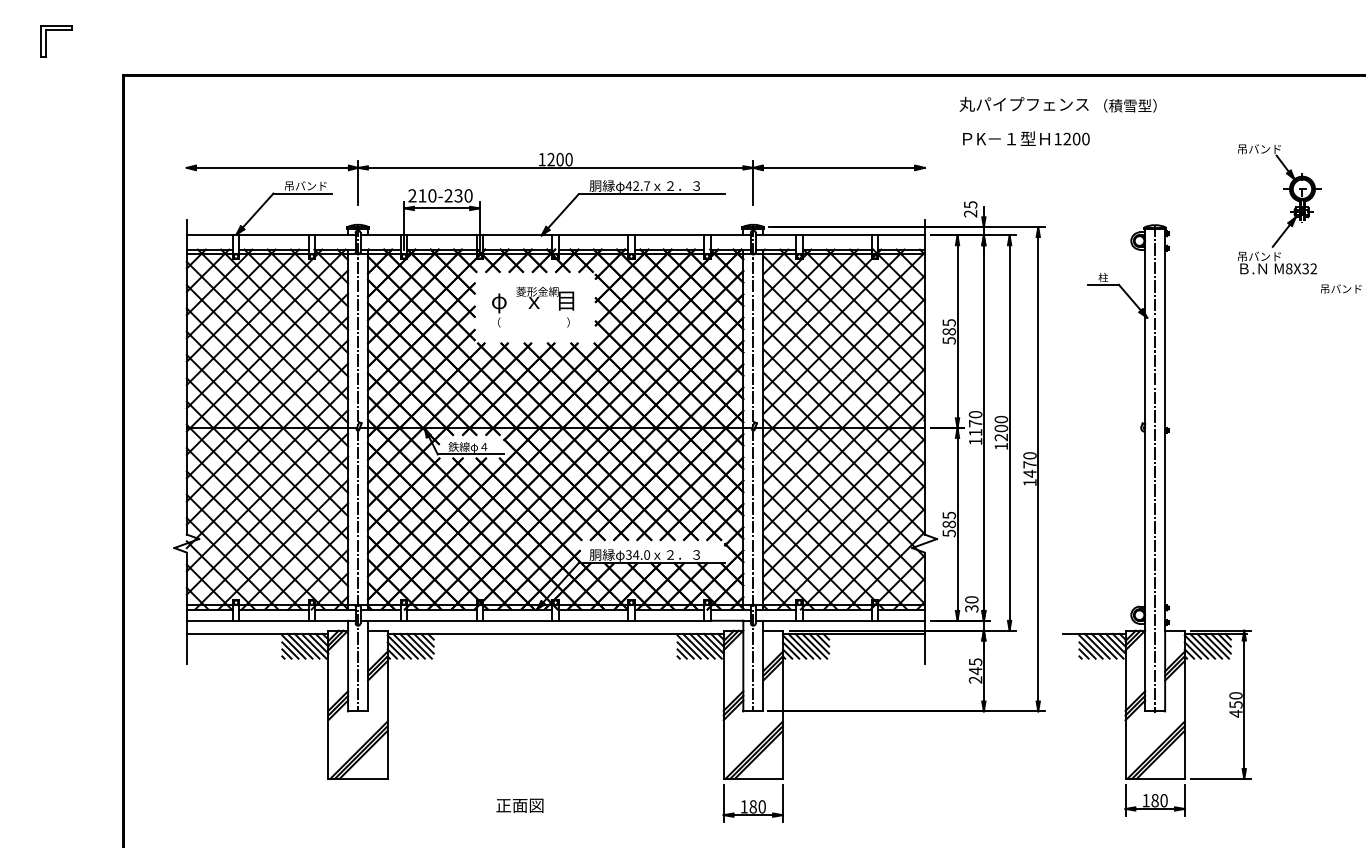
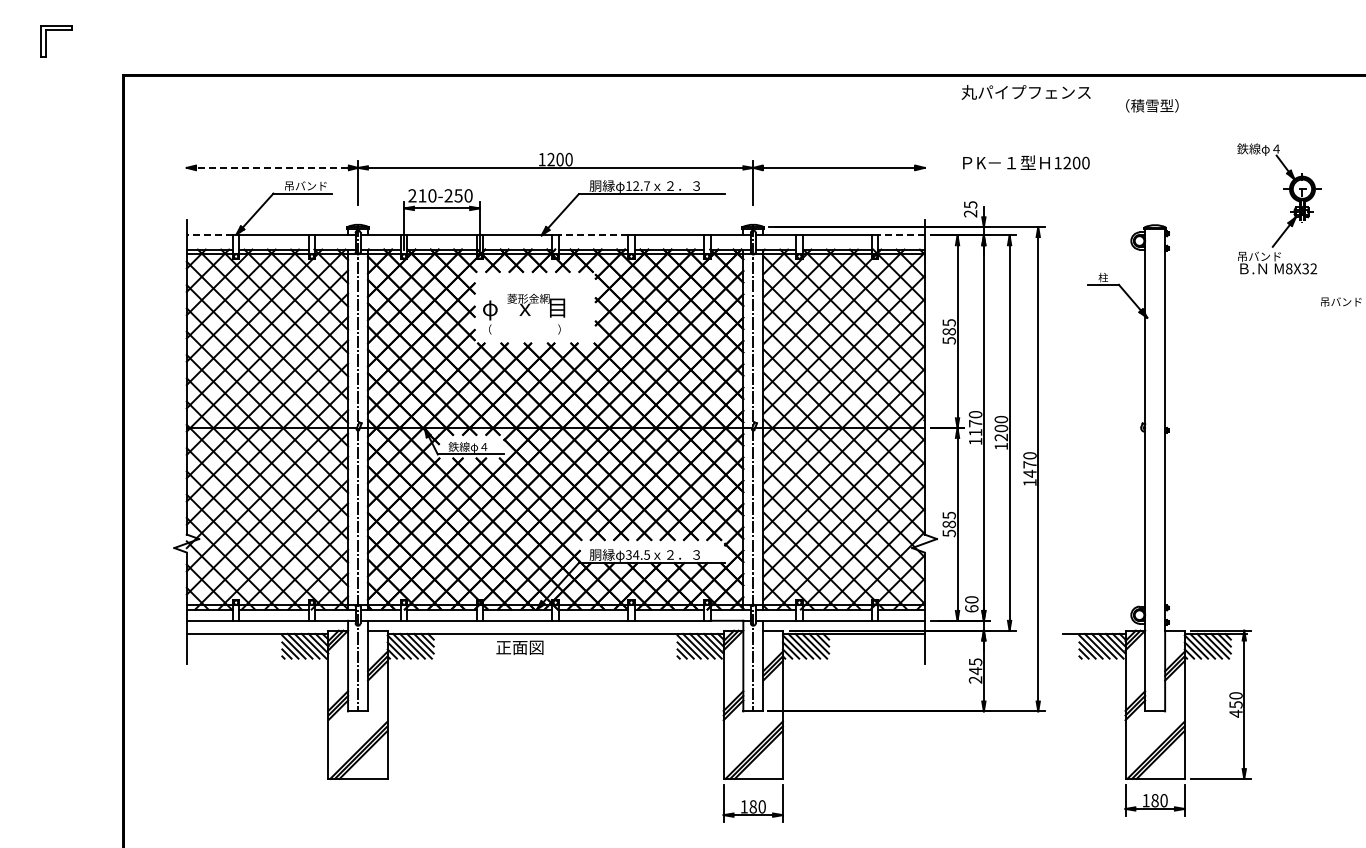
text at (1023, 104) position: (1023, 104) -> (1025, 92)
text at (1130, 105) position: (1130, 105) -> (1152, 105)
text at (1026, 138) position: (1026, 138) -> (1026, 162)
text at (1258, 149): 吊バンド -> 鉄線φ４
line at (272, 167): solid -> dashed
text at (628, 185): 42.7 -> 12.7
text at (458, 195): 210-230 -> 210-250
line at (209, 235): solid -> dashed
line at (593, 235): solid -> dashed
line at (901, 235): solid -> dashed
text at (1341, 288) position: (1341, 288) -> (1341, 301)
text at (533, 306) position: (533, 306) -> (524, 313)
line at (1155, 468): present -> none
text at (647, 554): 34.0 -> 34.5
text at (971, 608): 30 -> 60
text at (519, 805) position: (519, 805) -> (519, 647)
